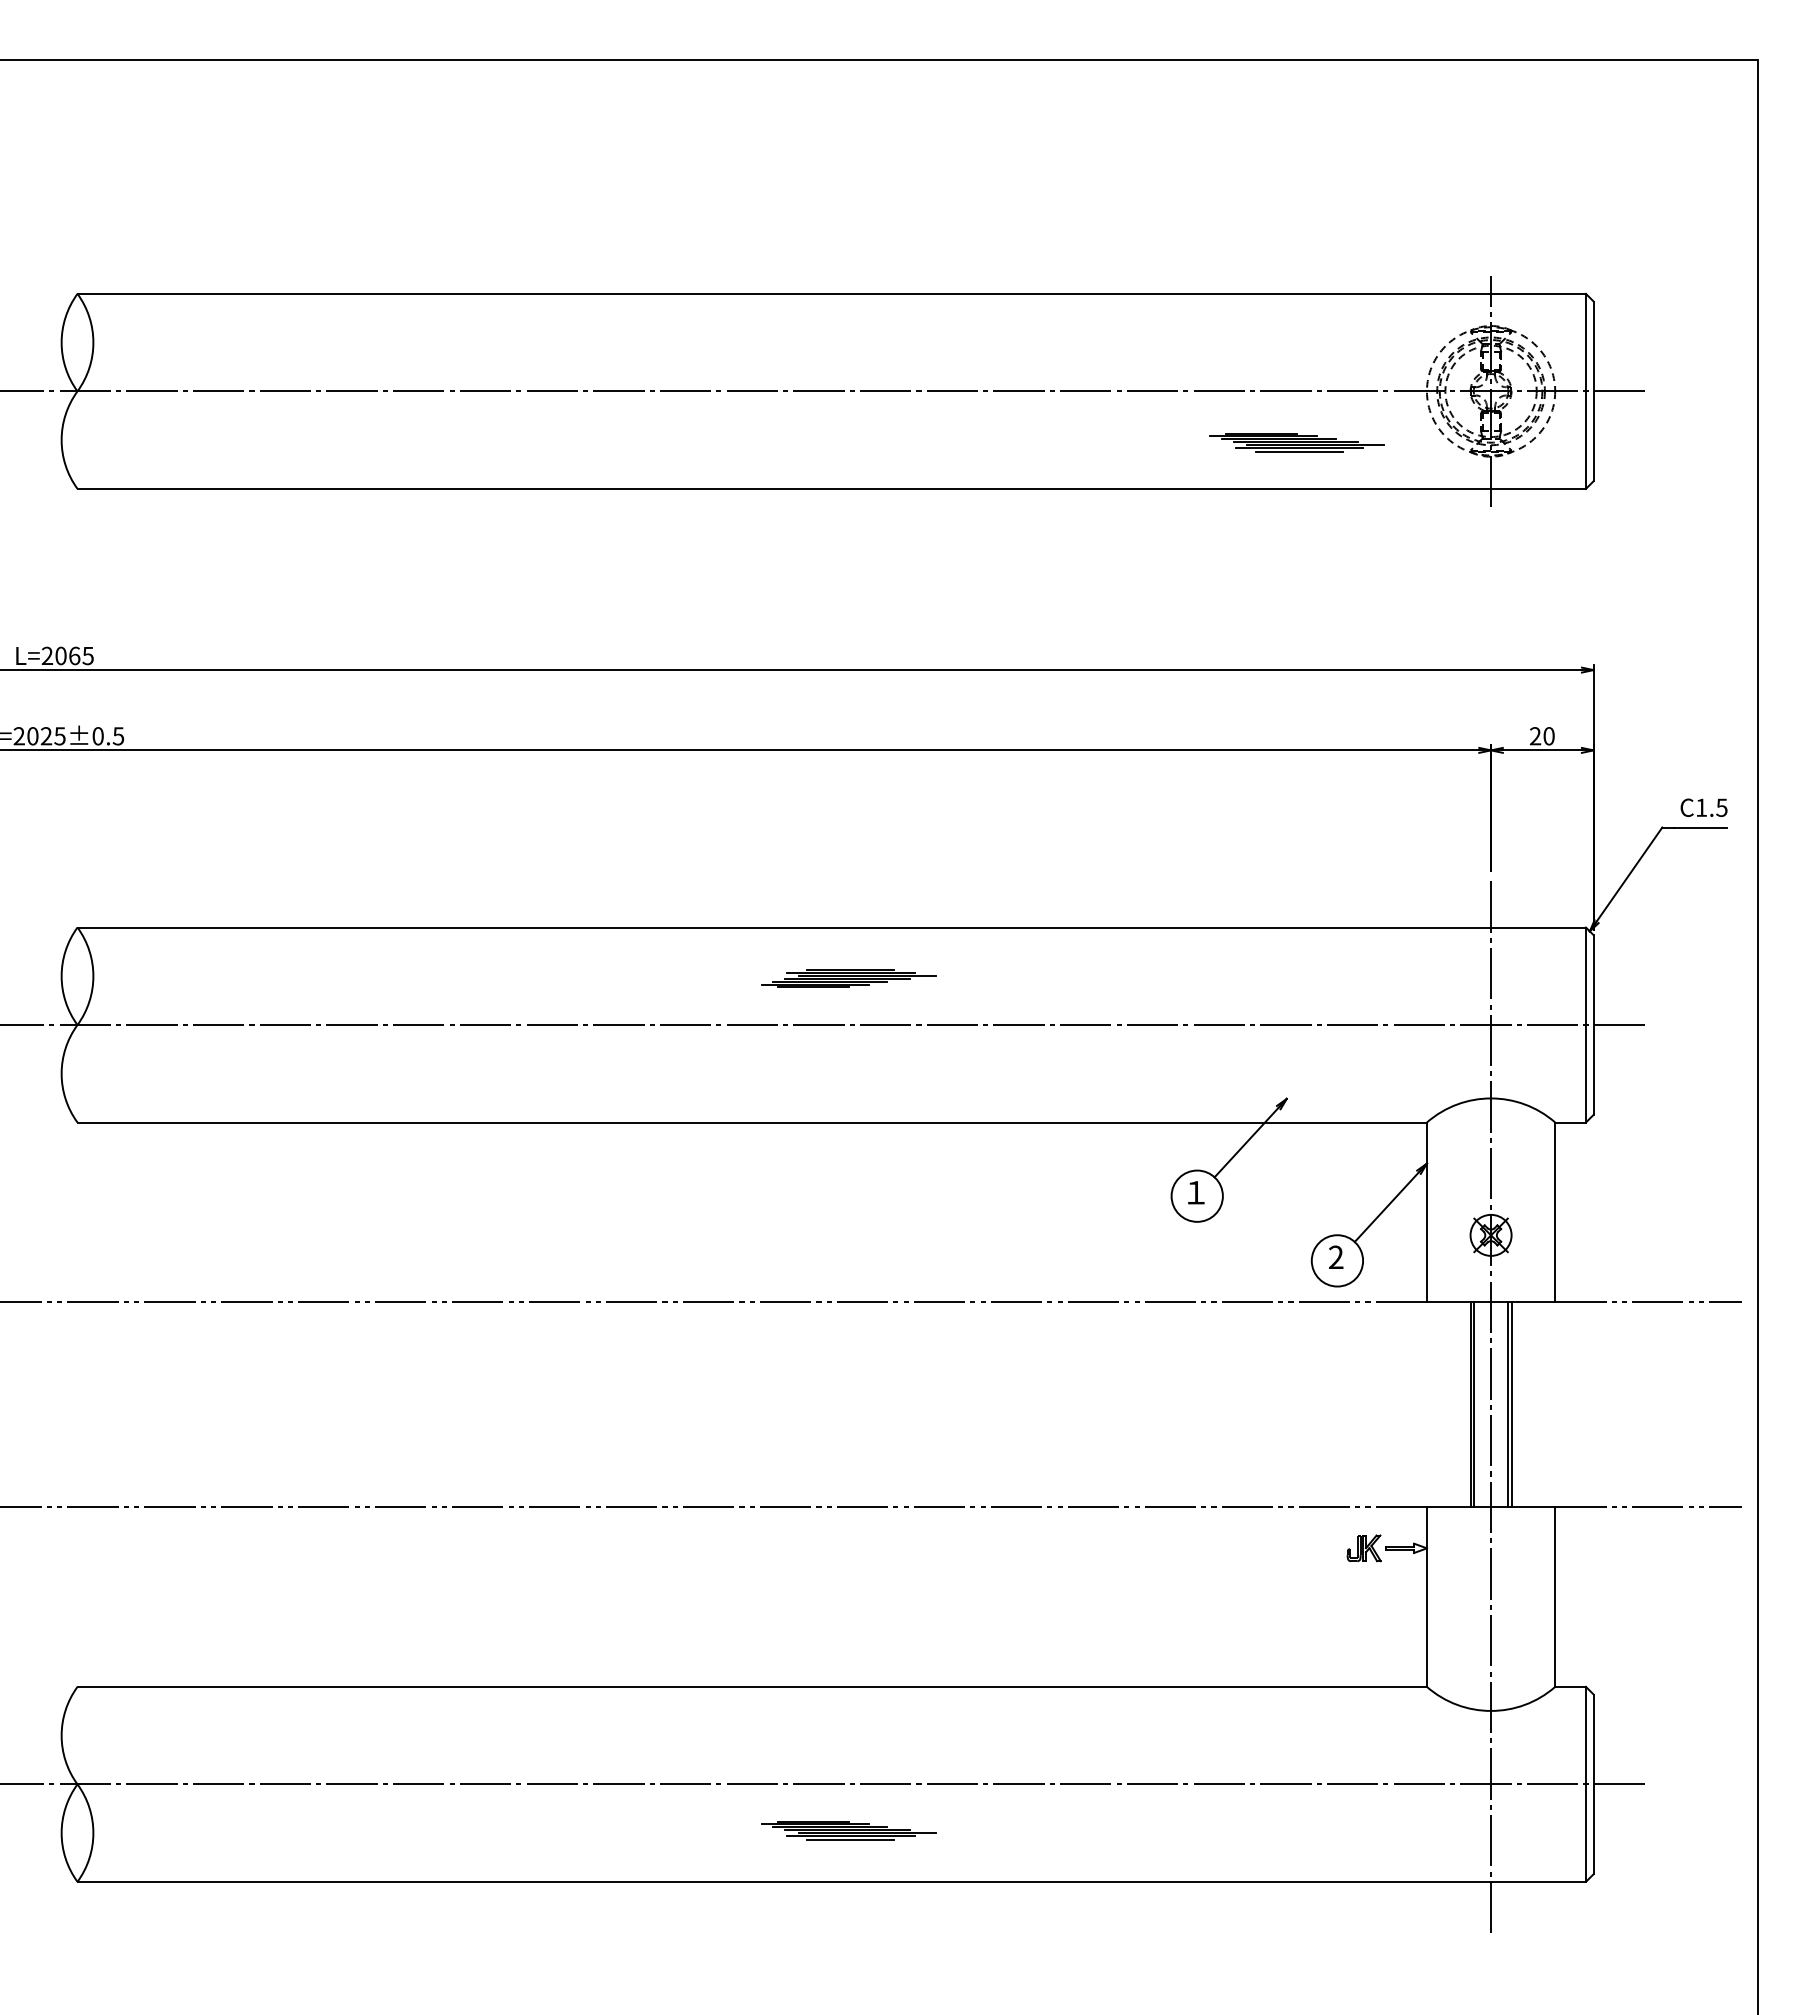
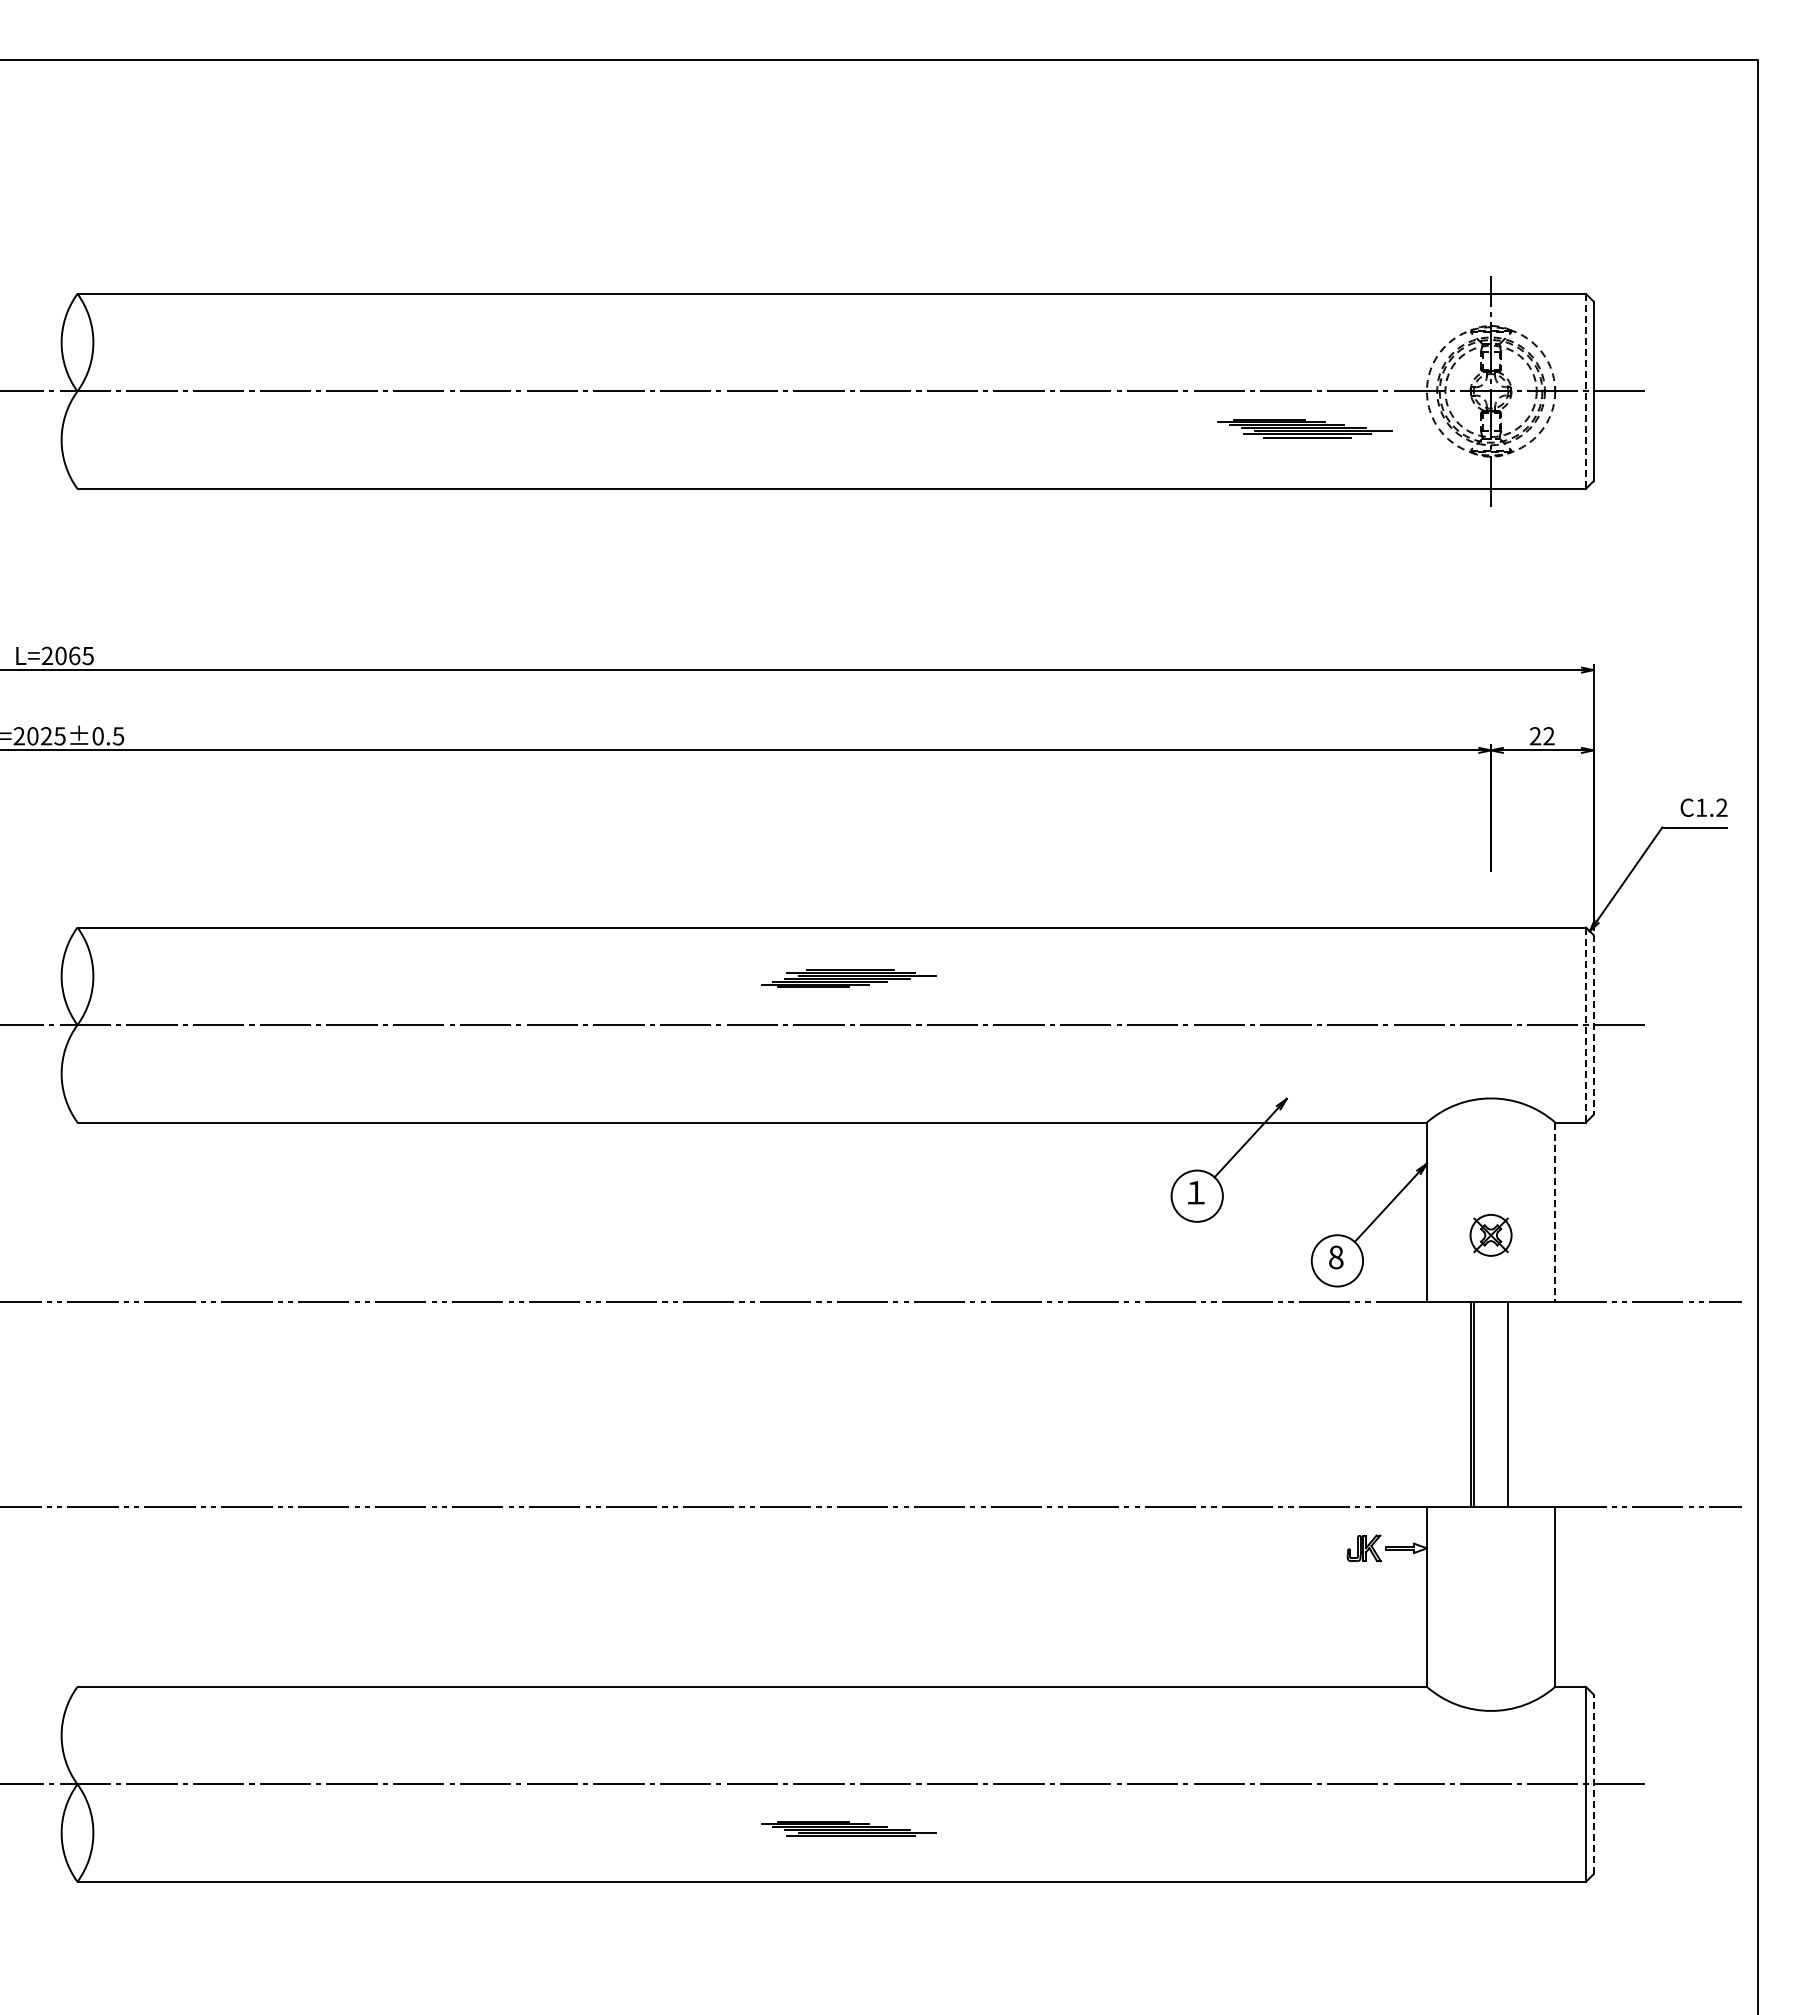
line at (1586, 391): solid -> dashed
part at (1296, 442) position: (1296, 442) -> (1304, 428)
text at (1548, 736): 20 -> 22
text at (1721, 807): C1.5 -> C1.2
line at (1586, 1025): solid -> dashed
line at (1593, 1025): solid -> dashed
line at (1555, 1212): solid -> dashed
text at (1336, 1257): 2 -> 8
line at (1491, 1404): present -> none
line at (1511, 1404): present -> none
line at (1593, 1784): solid -> dashed
line at (850, 1839): present -> none
